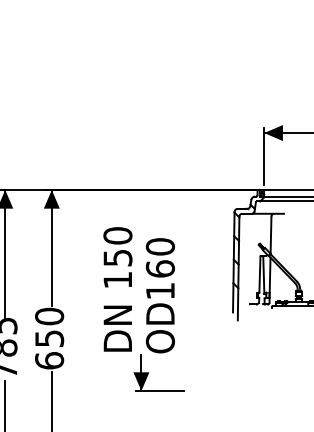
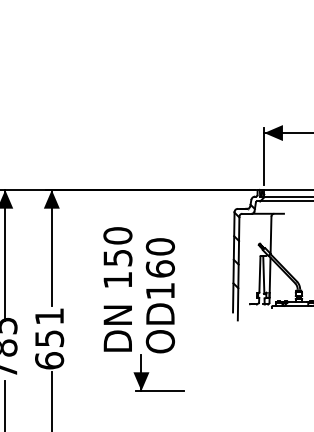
text at (49, 316): 650 -> 651
